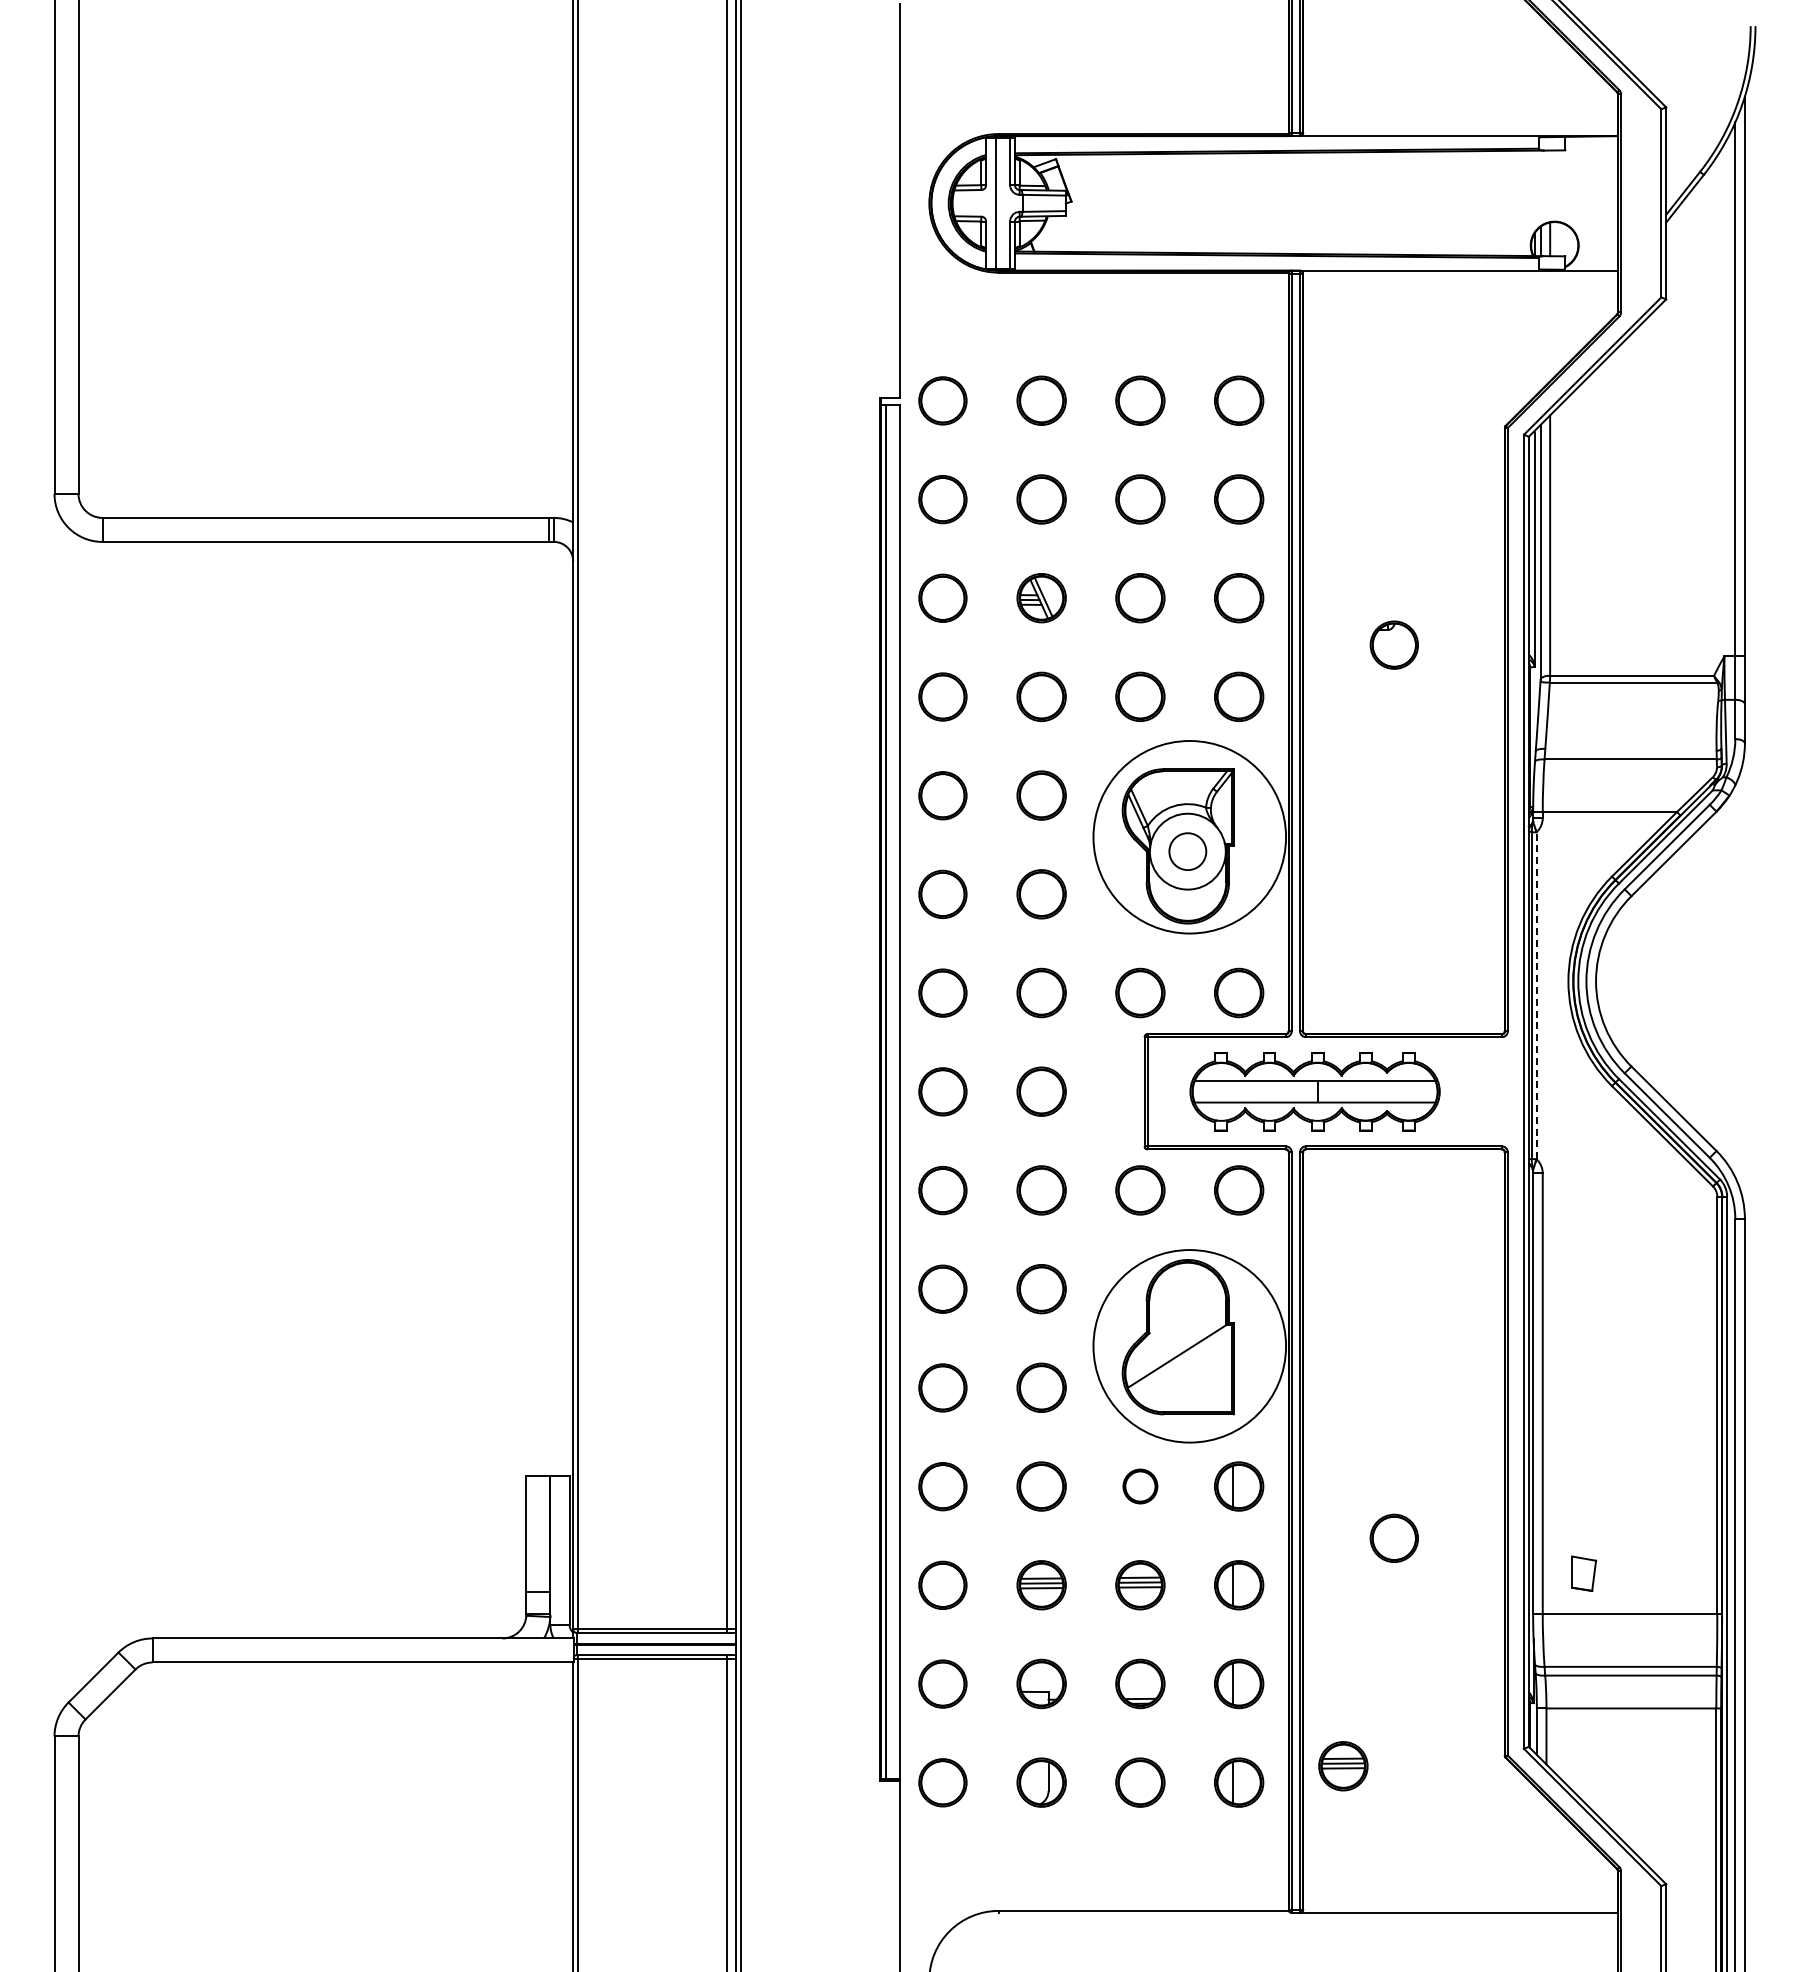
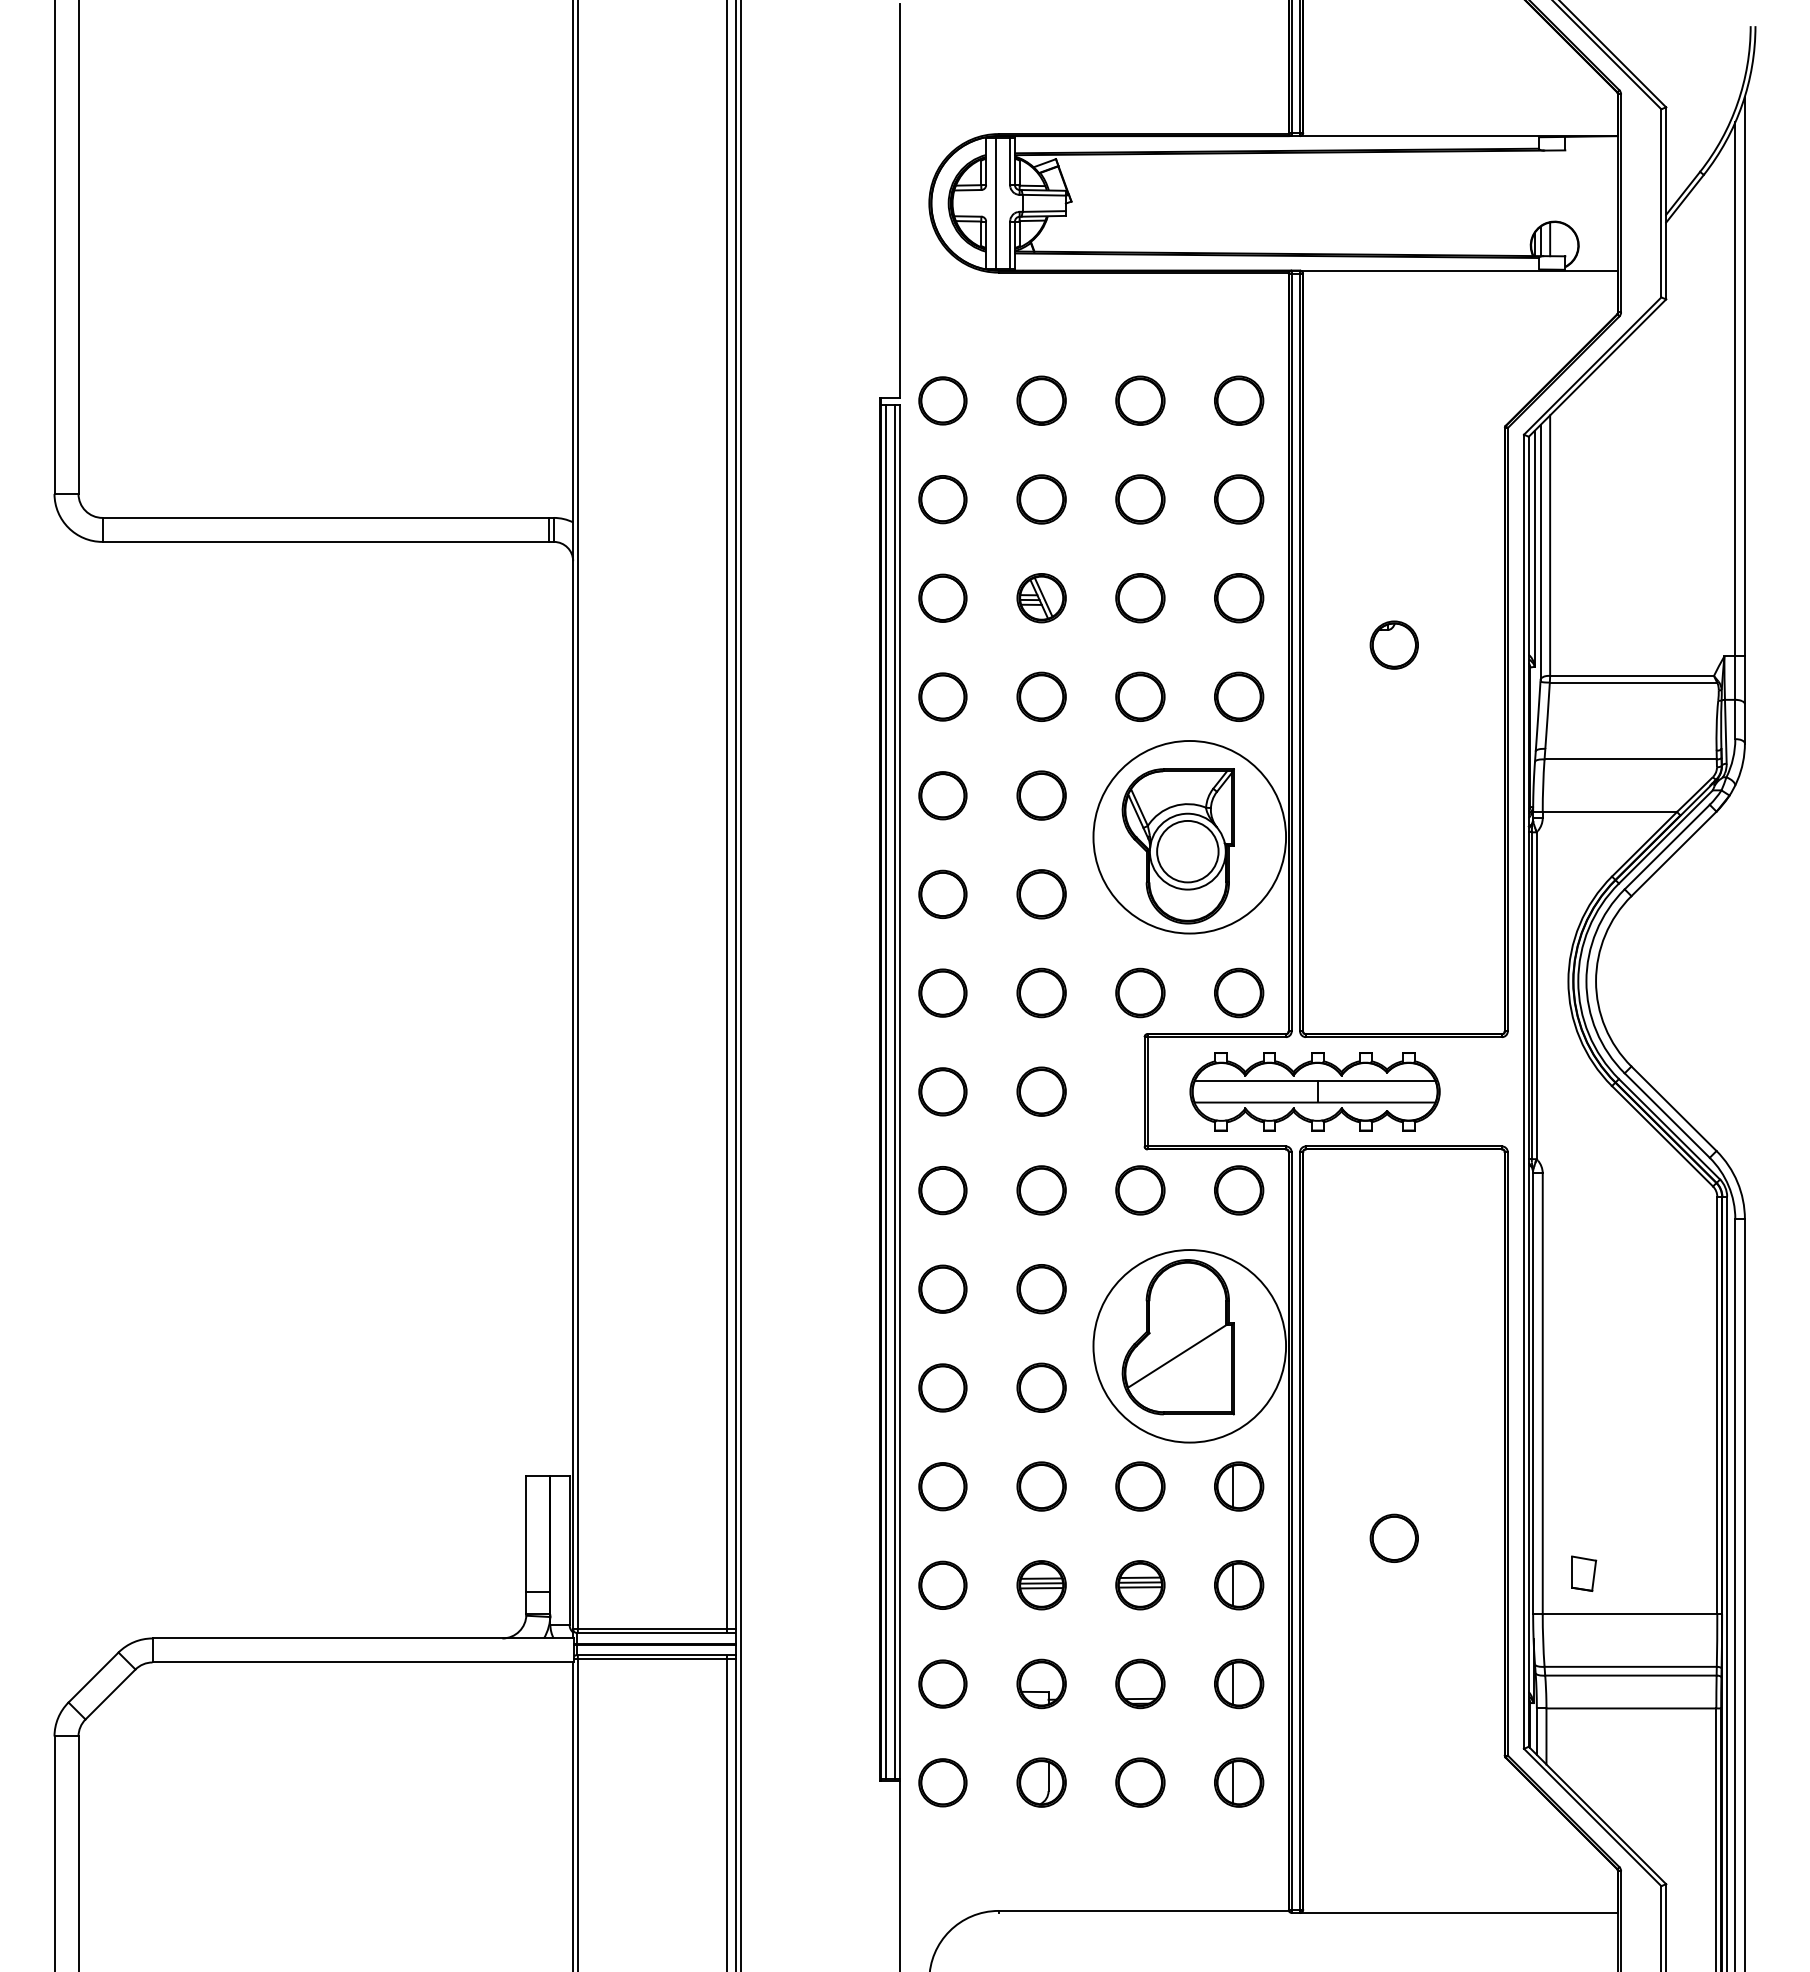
circle at (1187, 851) diameter: 37 px -> 61 px
line at (1536, 995): dashed -> solid
line at (895, 1091): none -> present
part at (1140, 1486) size: 37x37 px -> 51x51 px
part at (1343, 1766): present -> none
